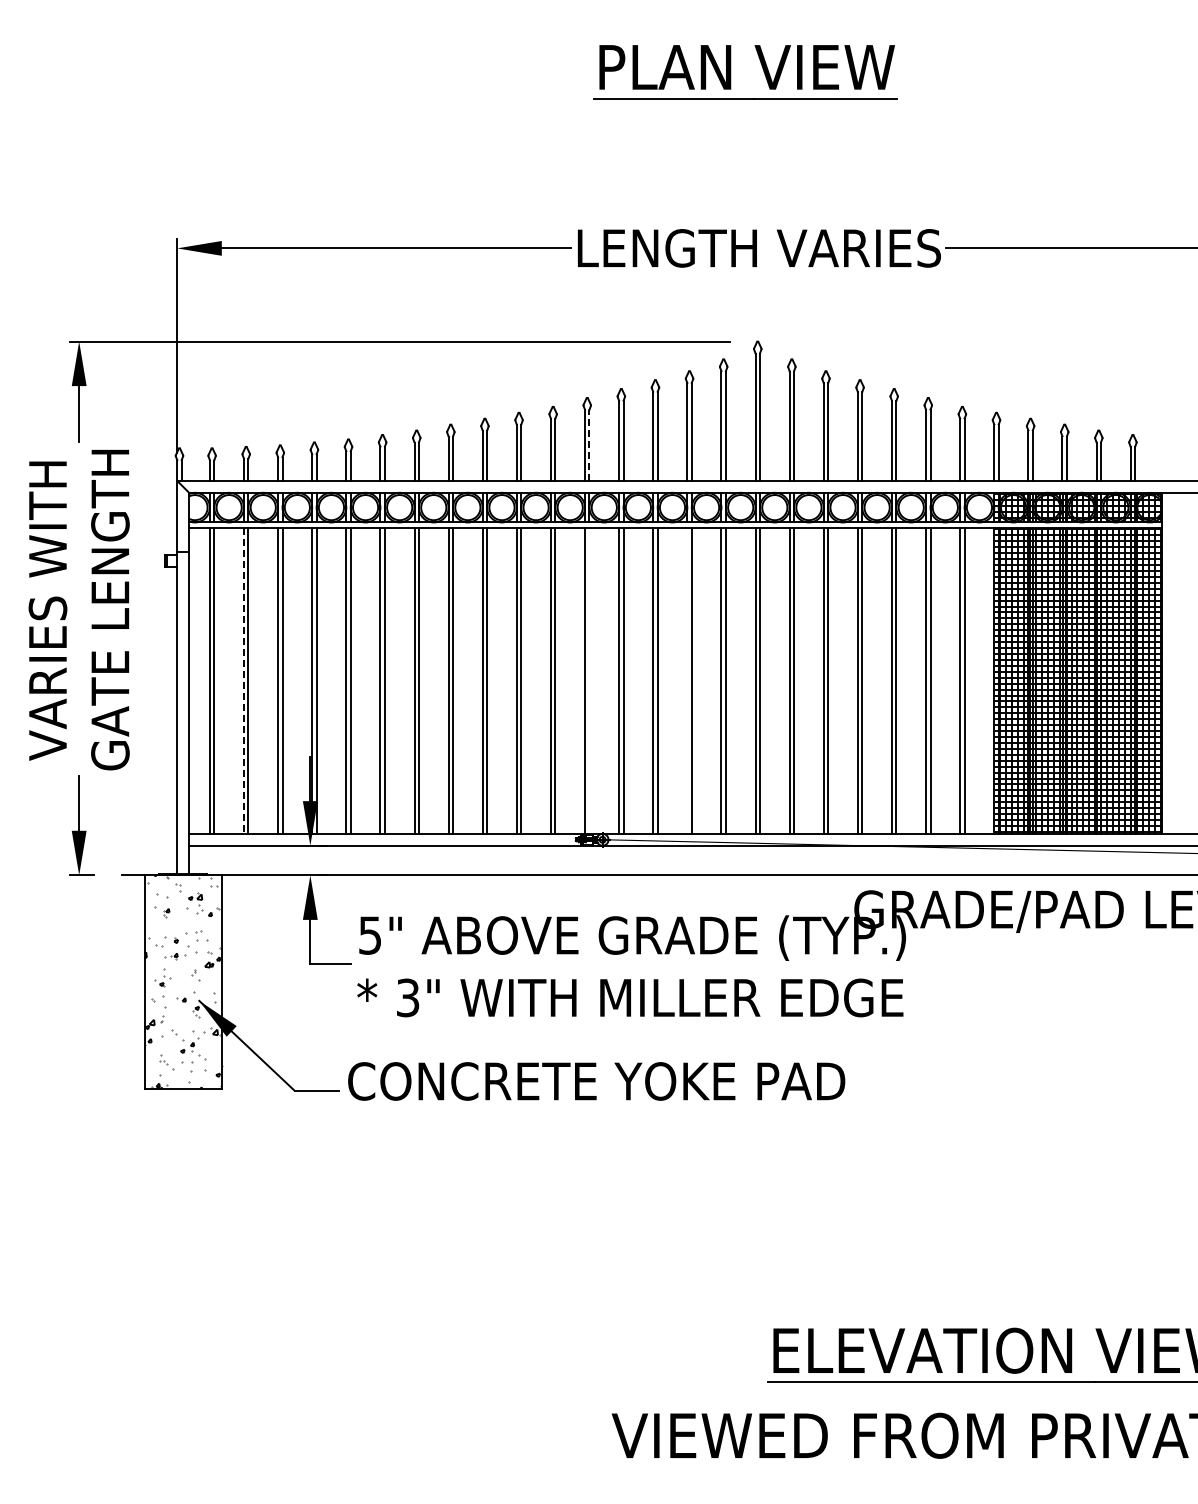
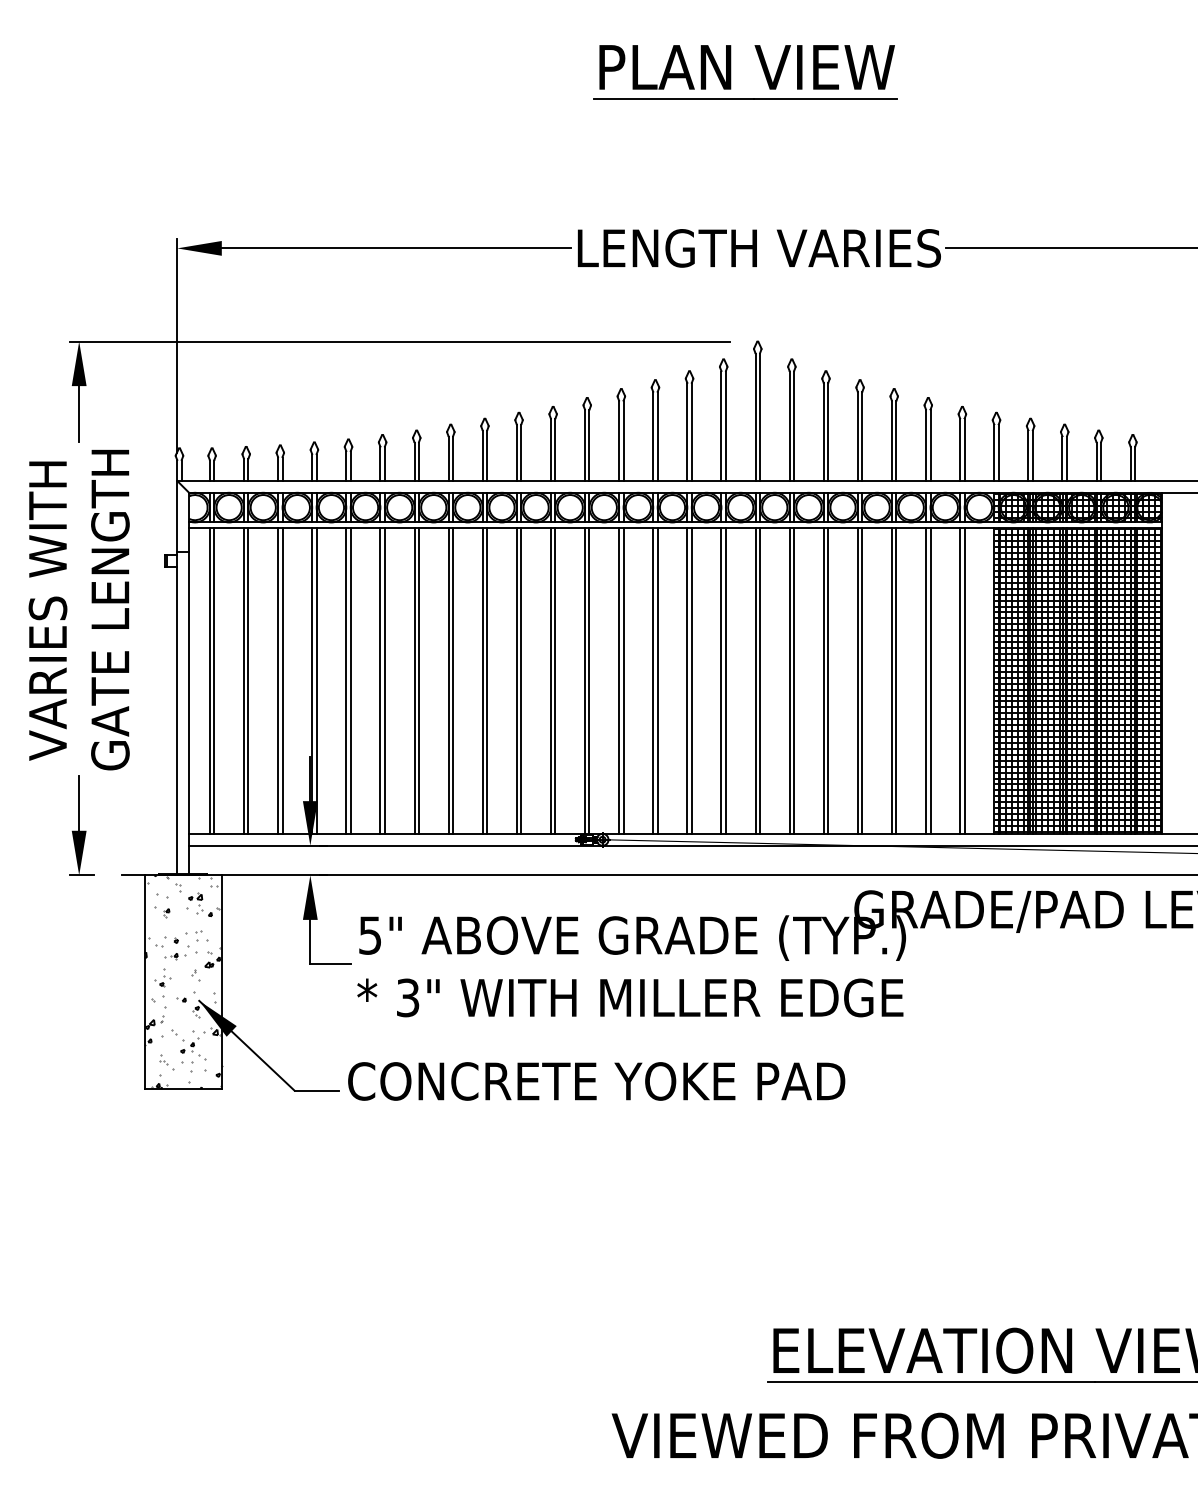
line at (589, 445): dashed -> solid
line at (589, 680): none -> present
line at (687, 680): none -> present
line at (243, 681): dashed -> solid
